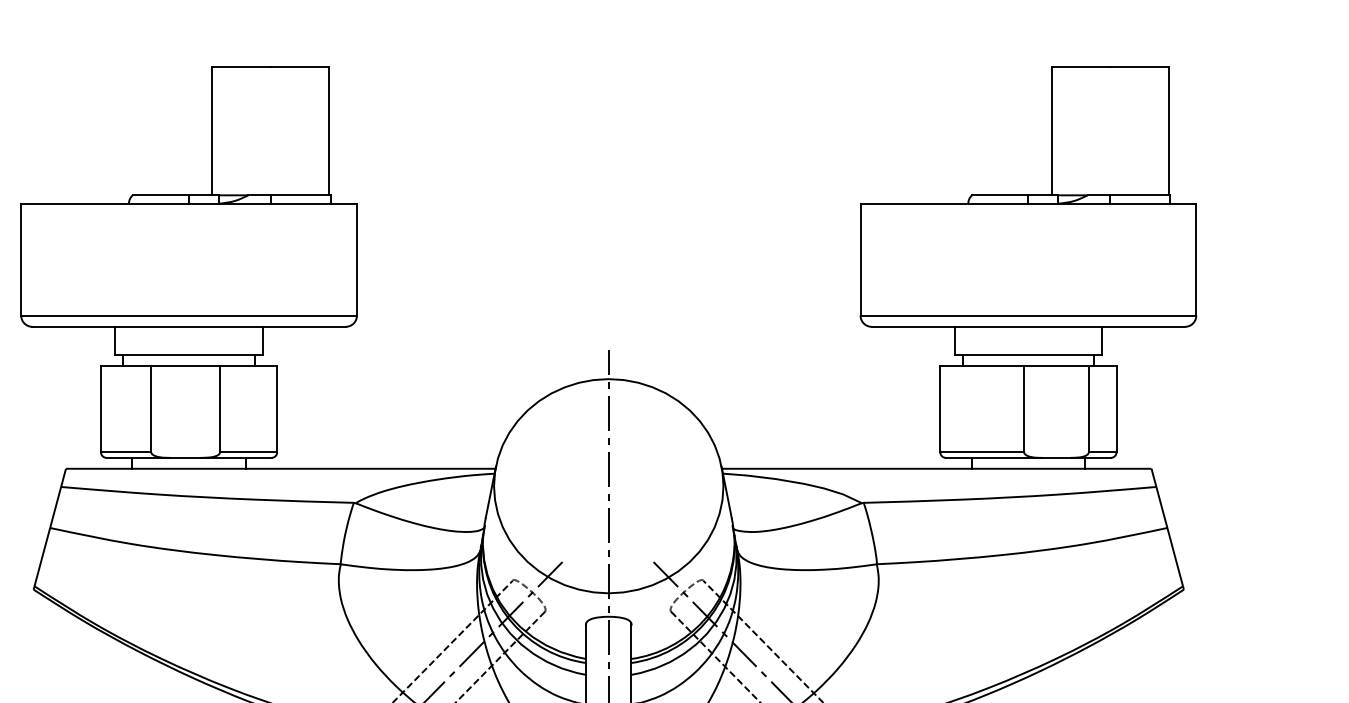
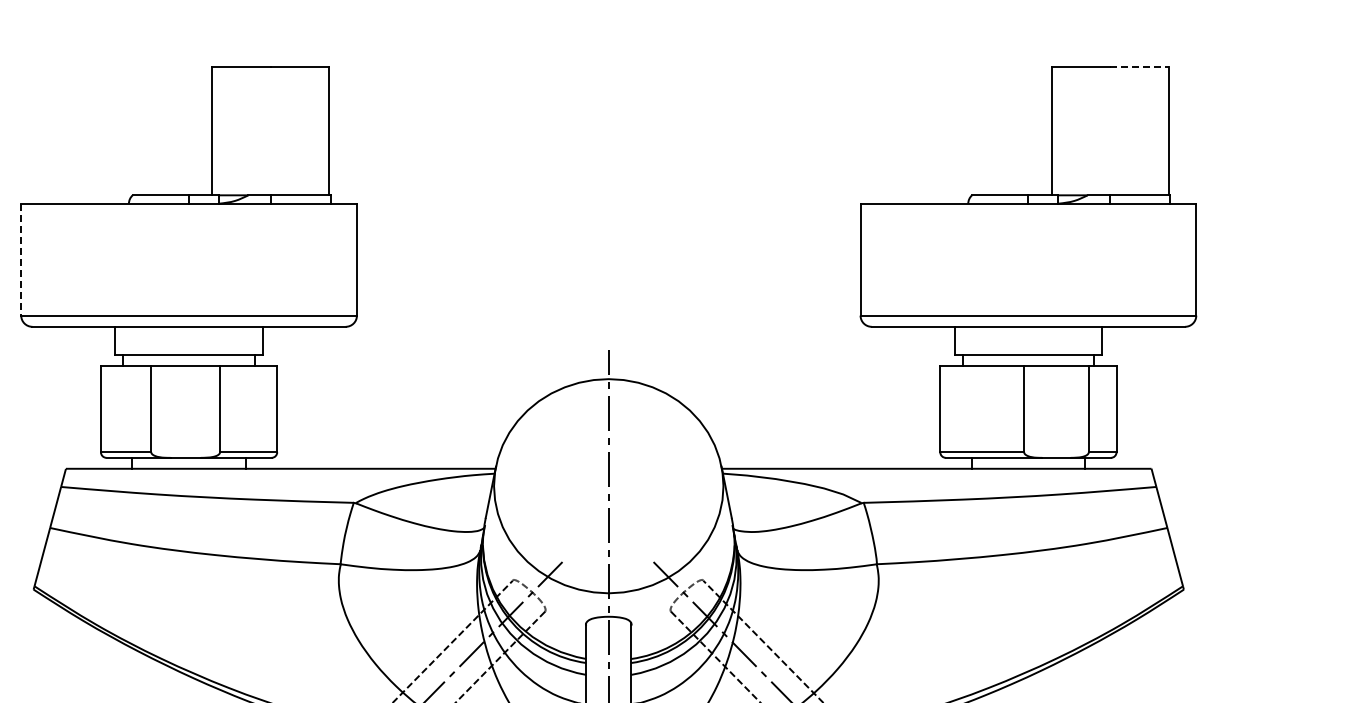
line at (1139, 66): solid -> dashed
line at (21, 259): solid -> dashed
